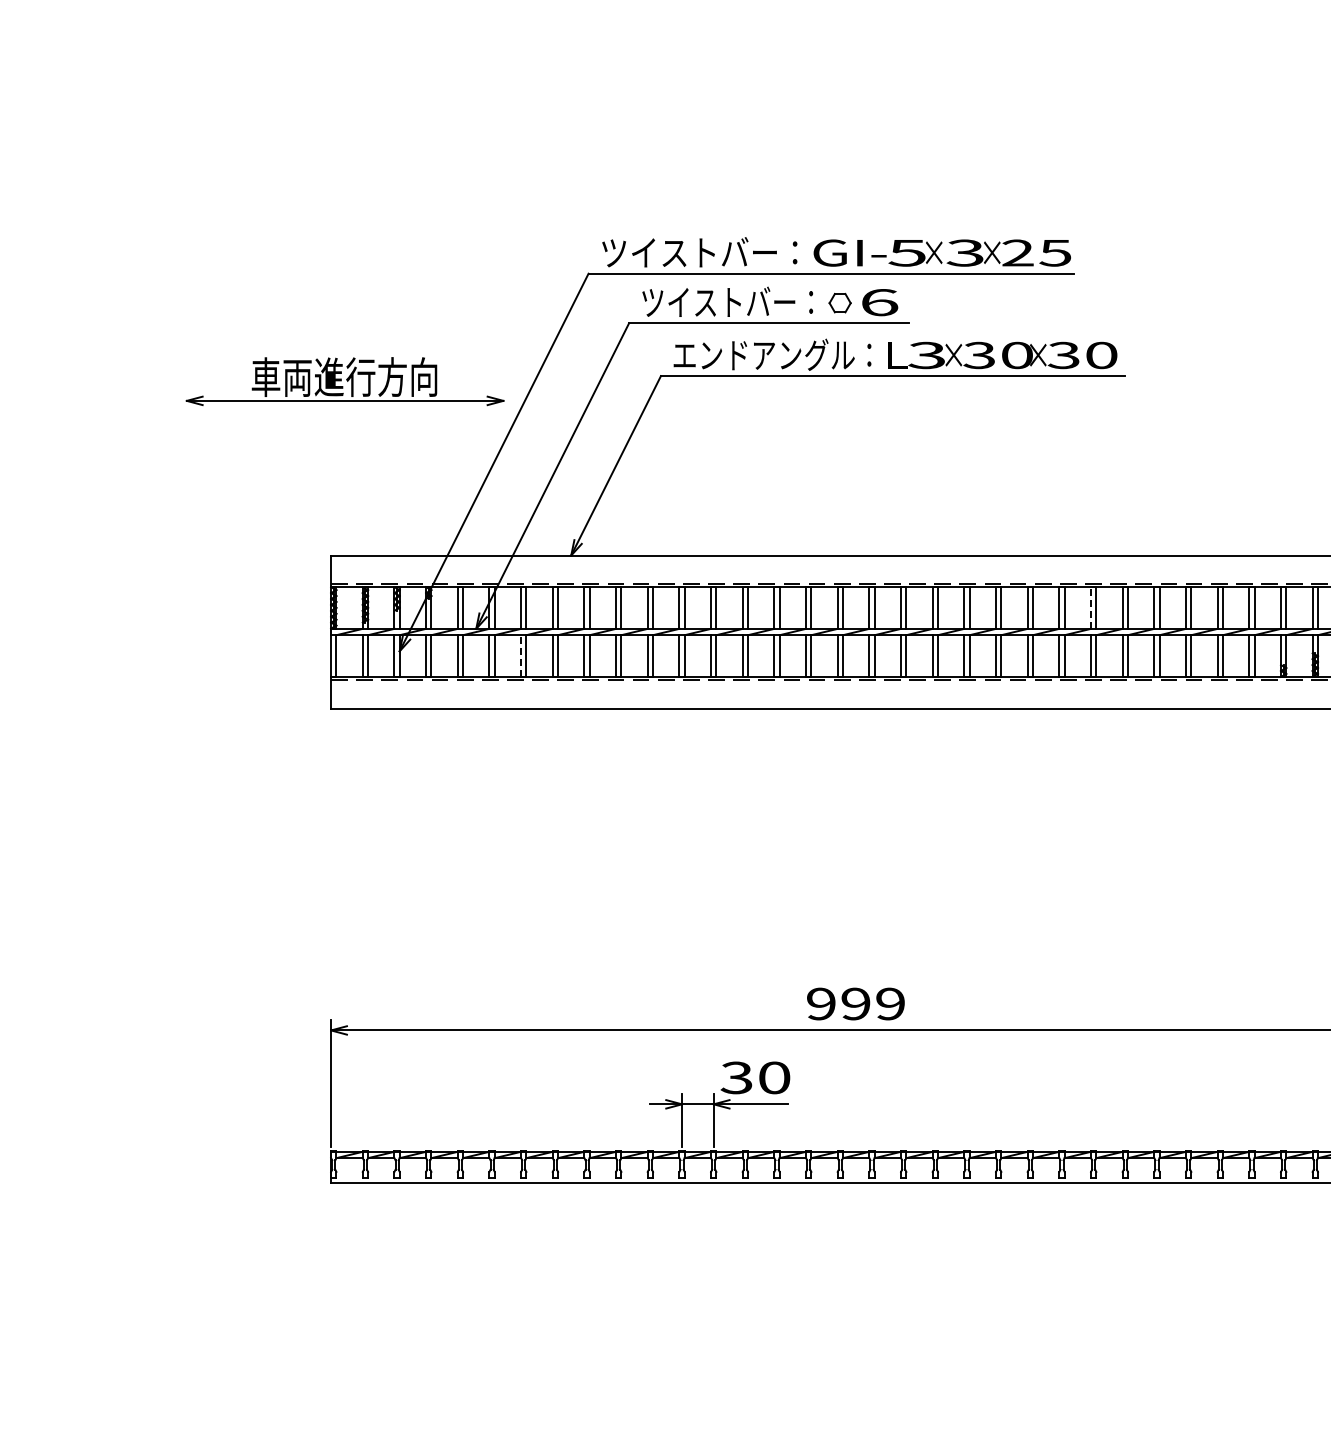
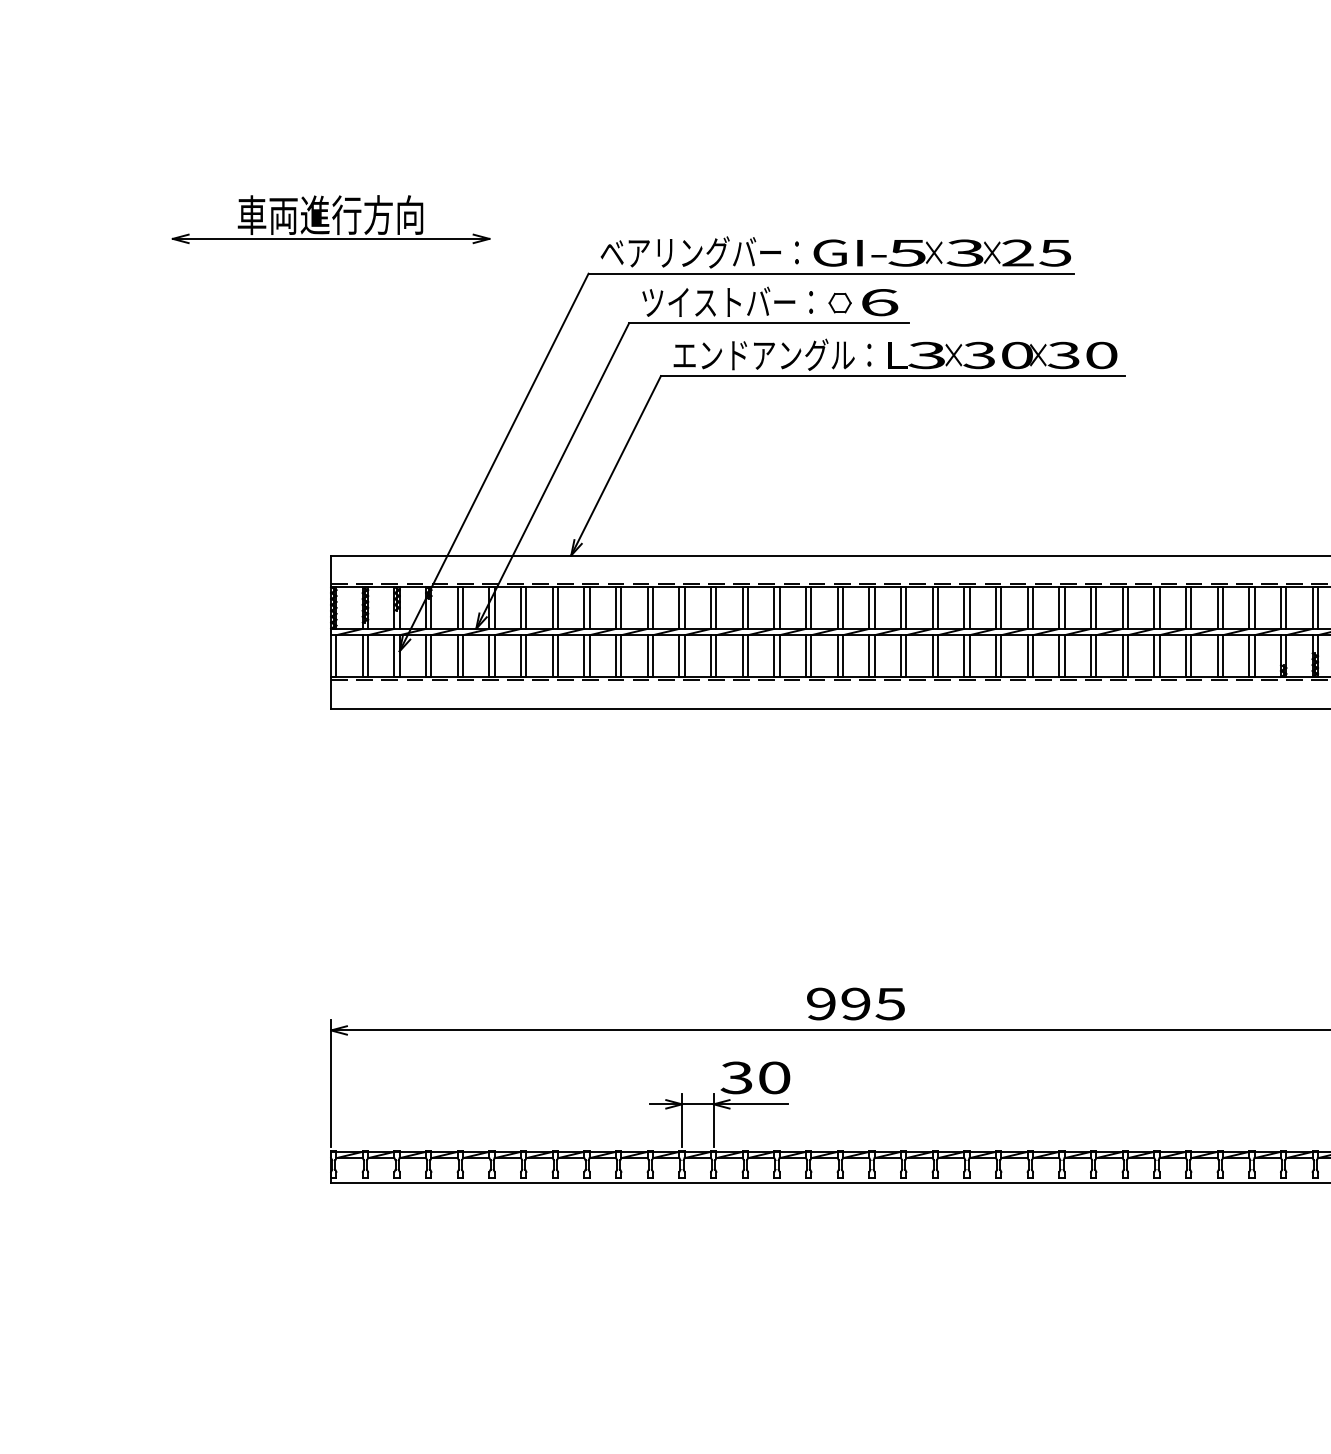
text at (699, 252): ツイストバー： -> ベアリングバー：
part at (344, 381) position: (344, 381) -> (330, 219)
line at (1091, 608): dashed -> solid
line at (521, 656): dashed -> solid
text at (889, 1003): 999 -> 995
